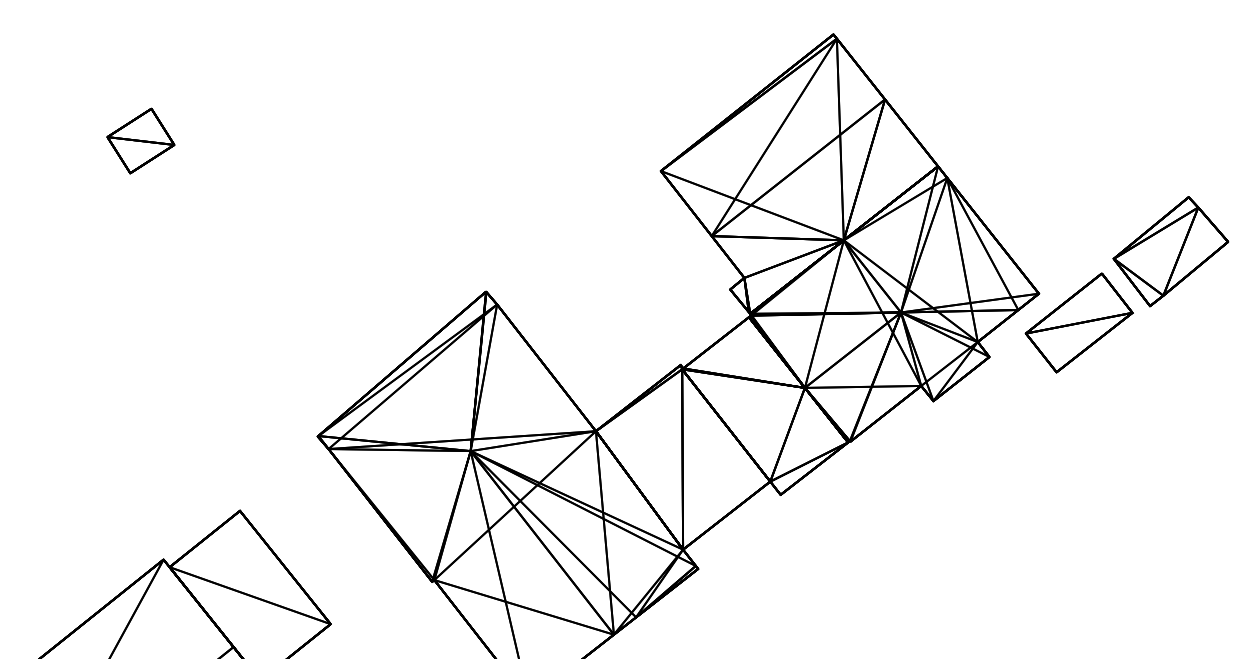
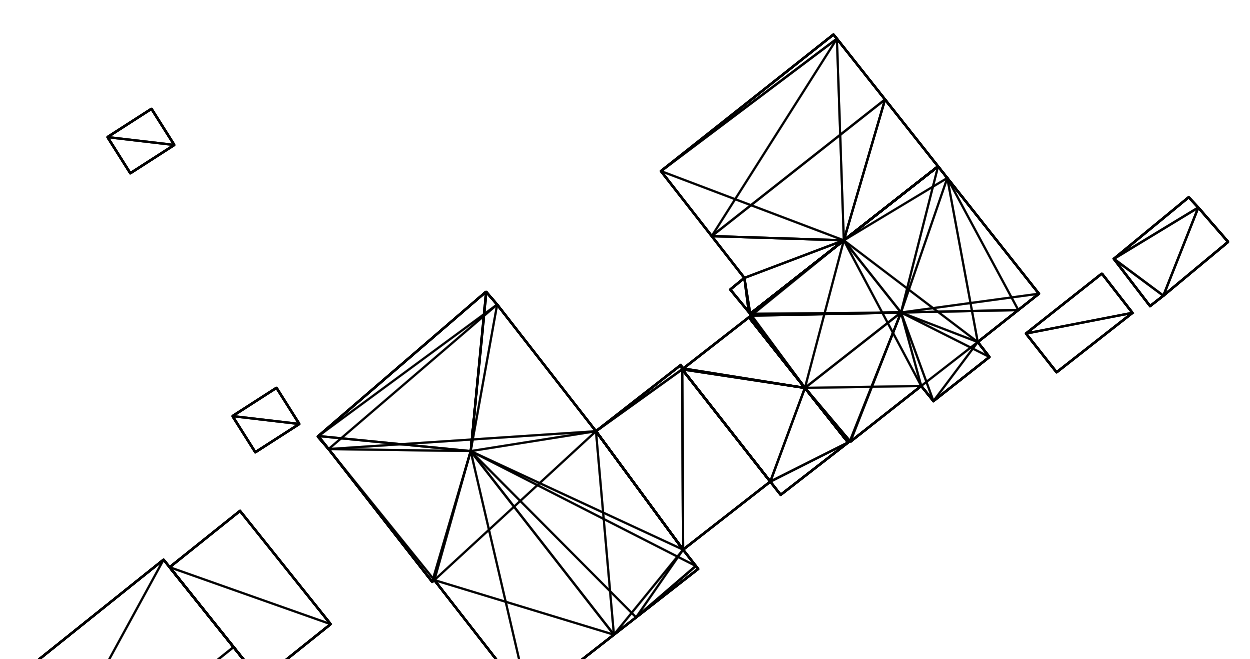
part at (265, 419): none -> present
